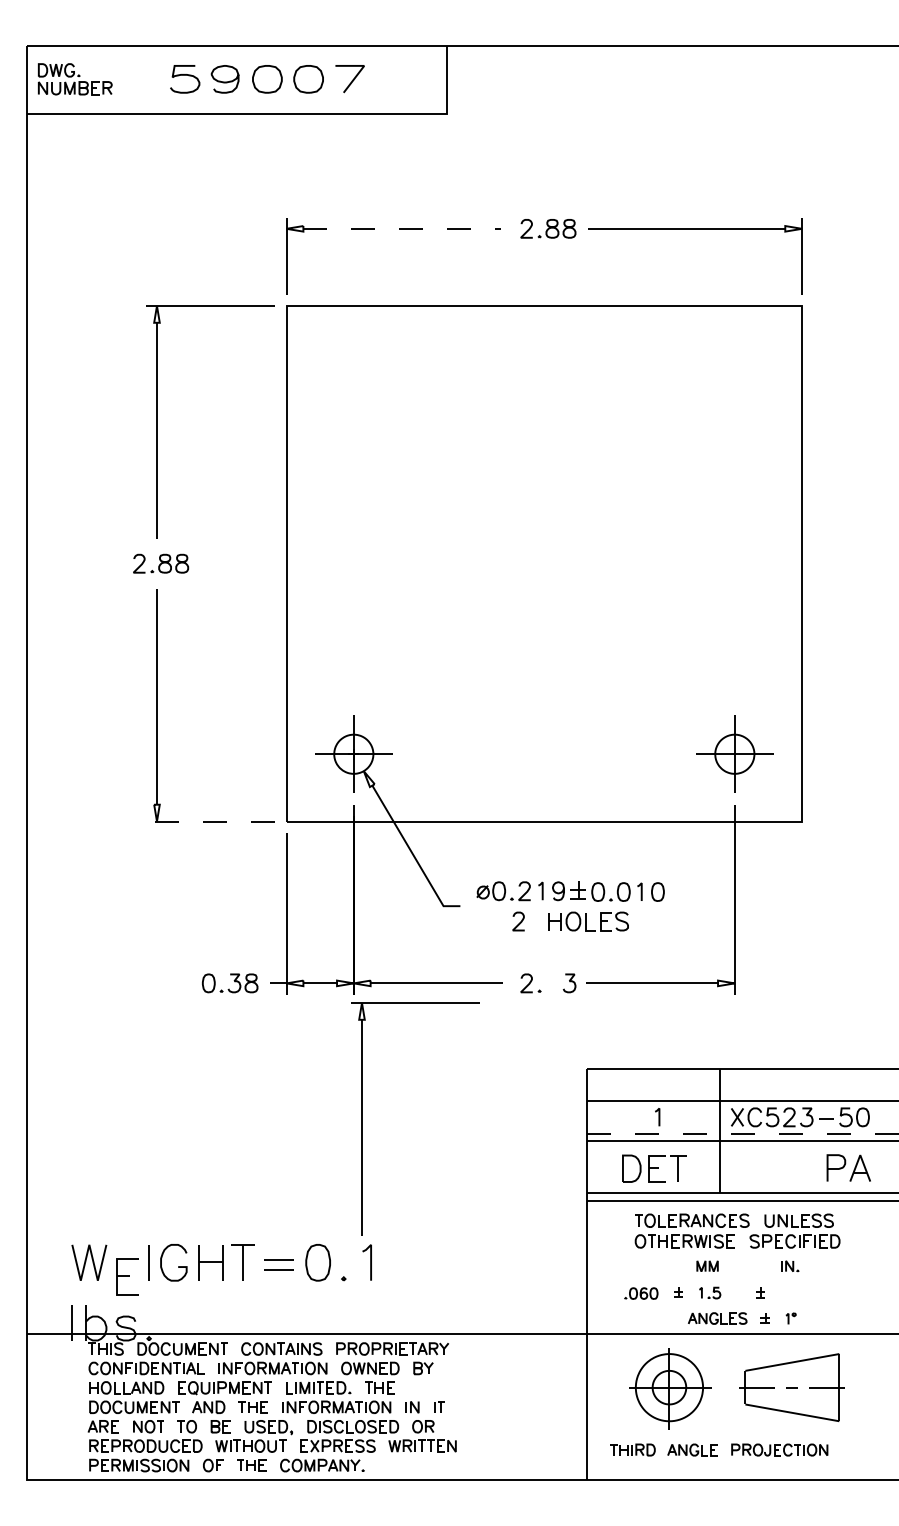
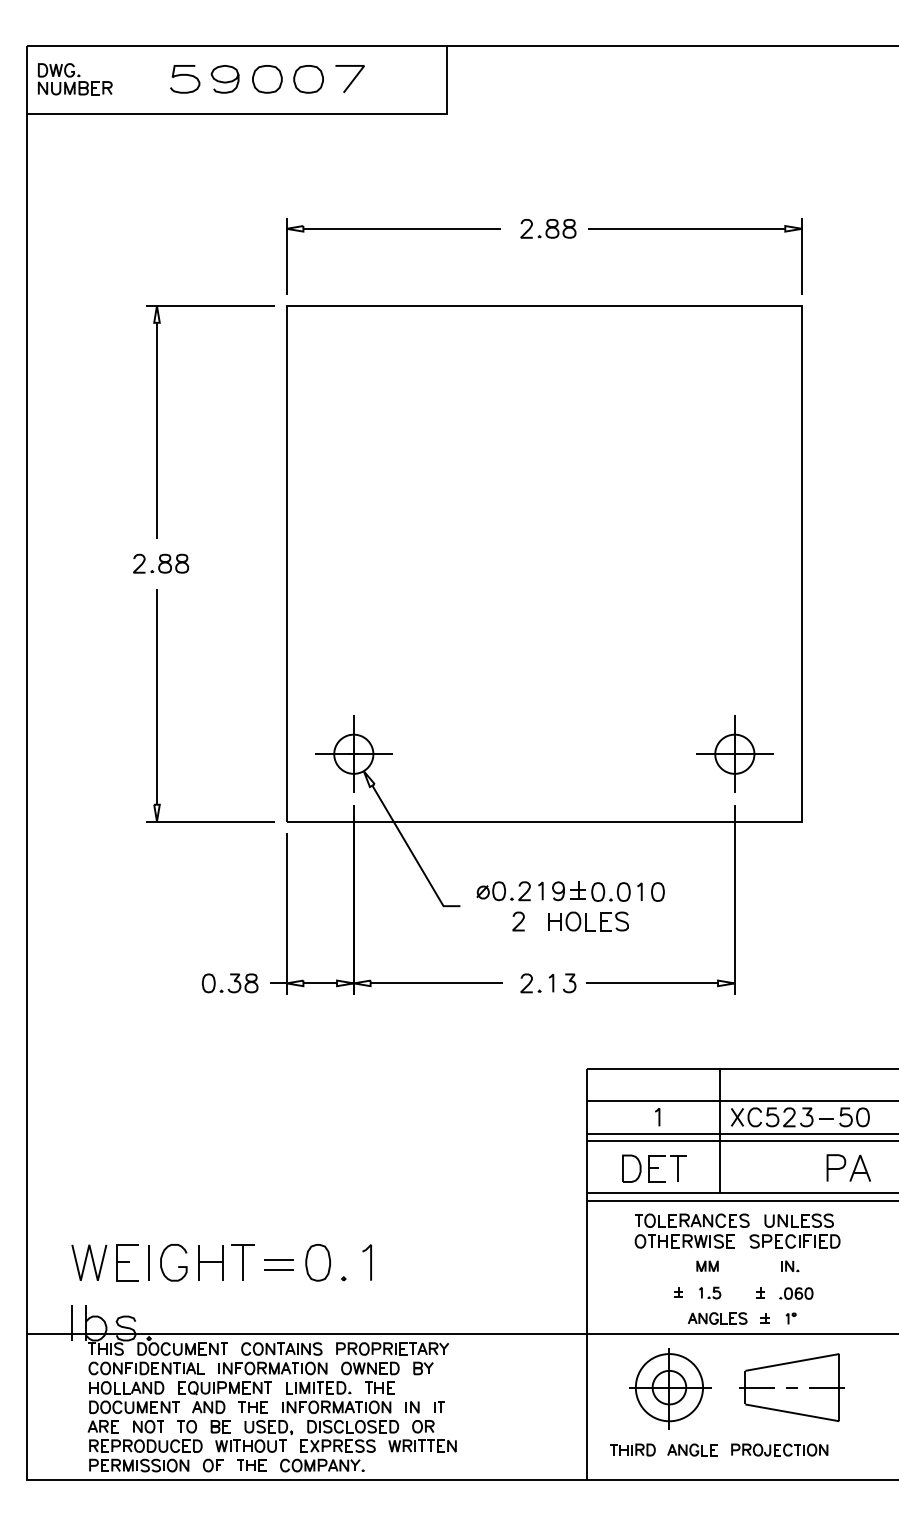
line at (402, 228): dashed -> solid
line at (210, 821): dashed -> solid
line at (552, 983): none -> present
part at (362, 1118): present -> none
line at (743, 1133): dashed -> solid
part at (127, 1276) position: (127, 1276) -> (127, 1262)
part at (641, 1293) position: (641, 1293) -> (796, 1293)
